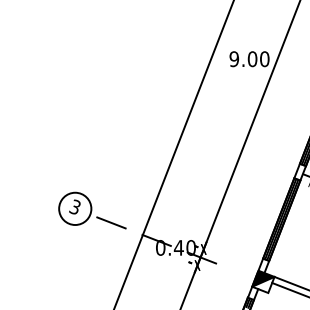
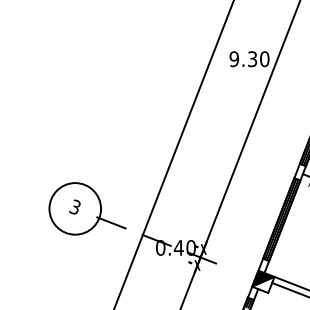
text at (252, 59): 9.00 -> 9.30
circle at (75, 208) diameter: 32 px -> 52 px
